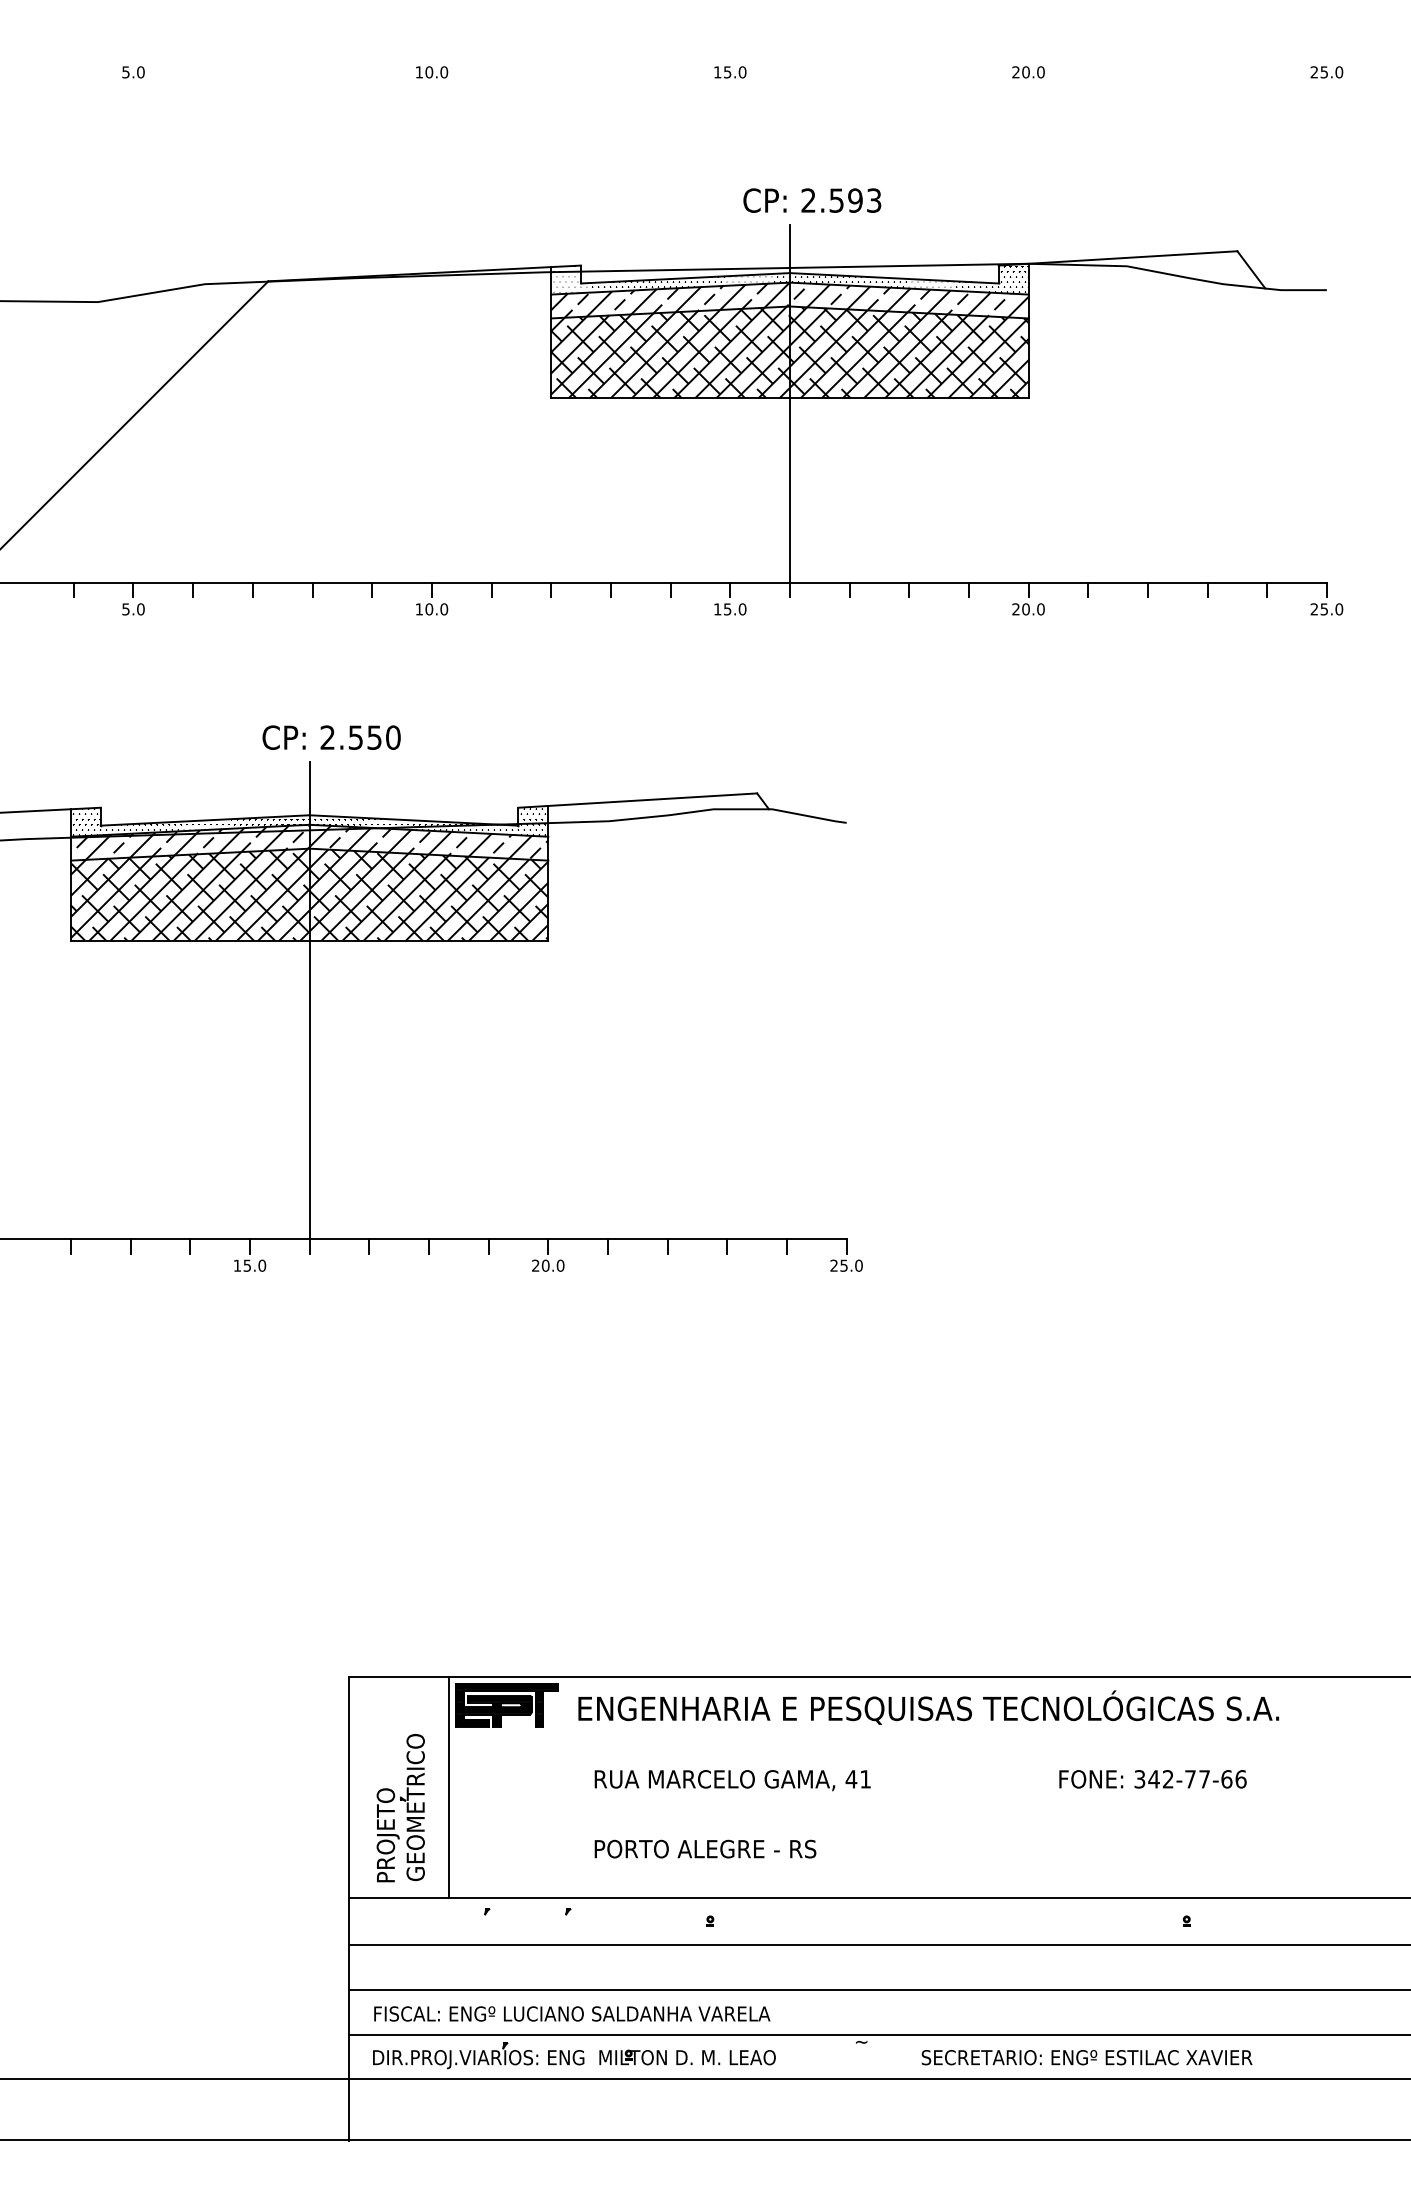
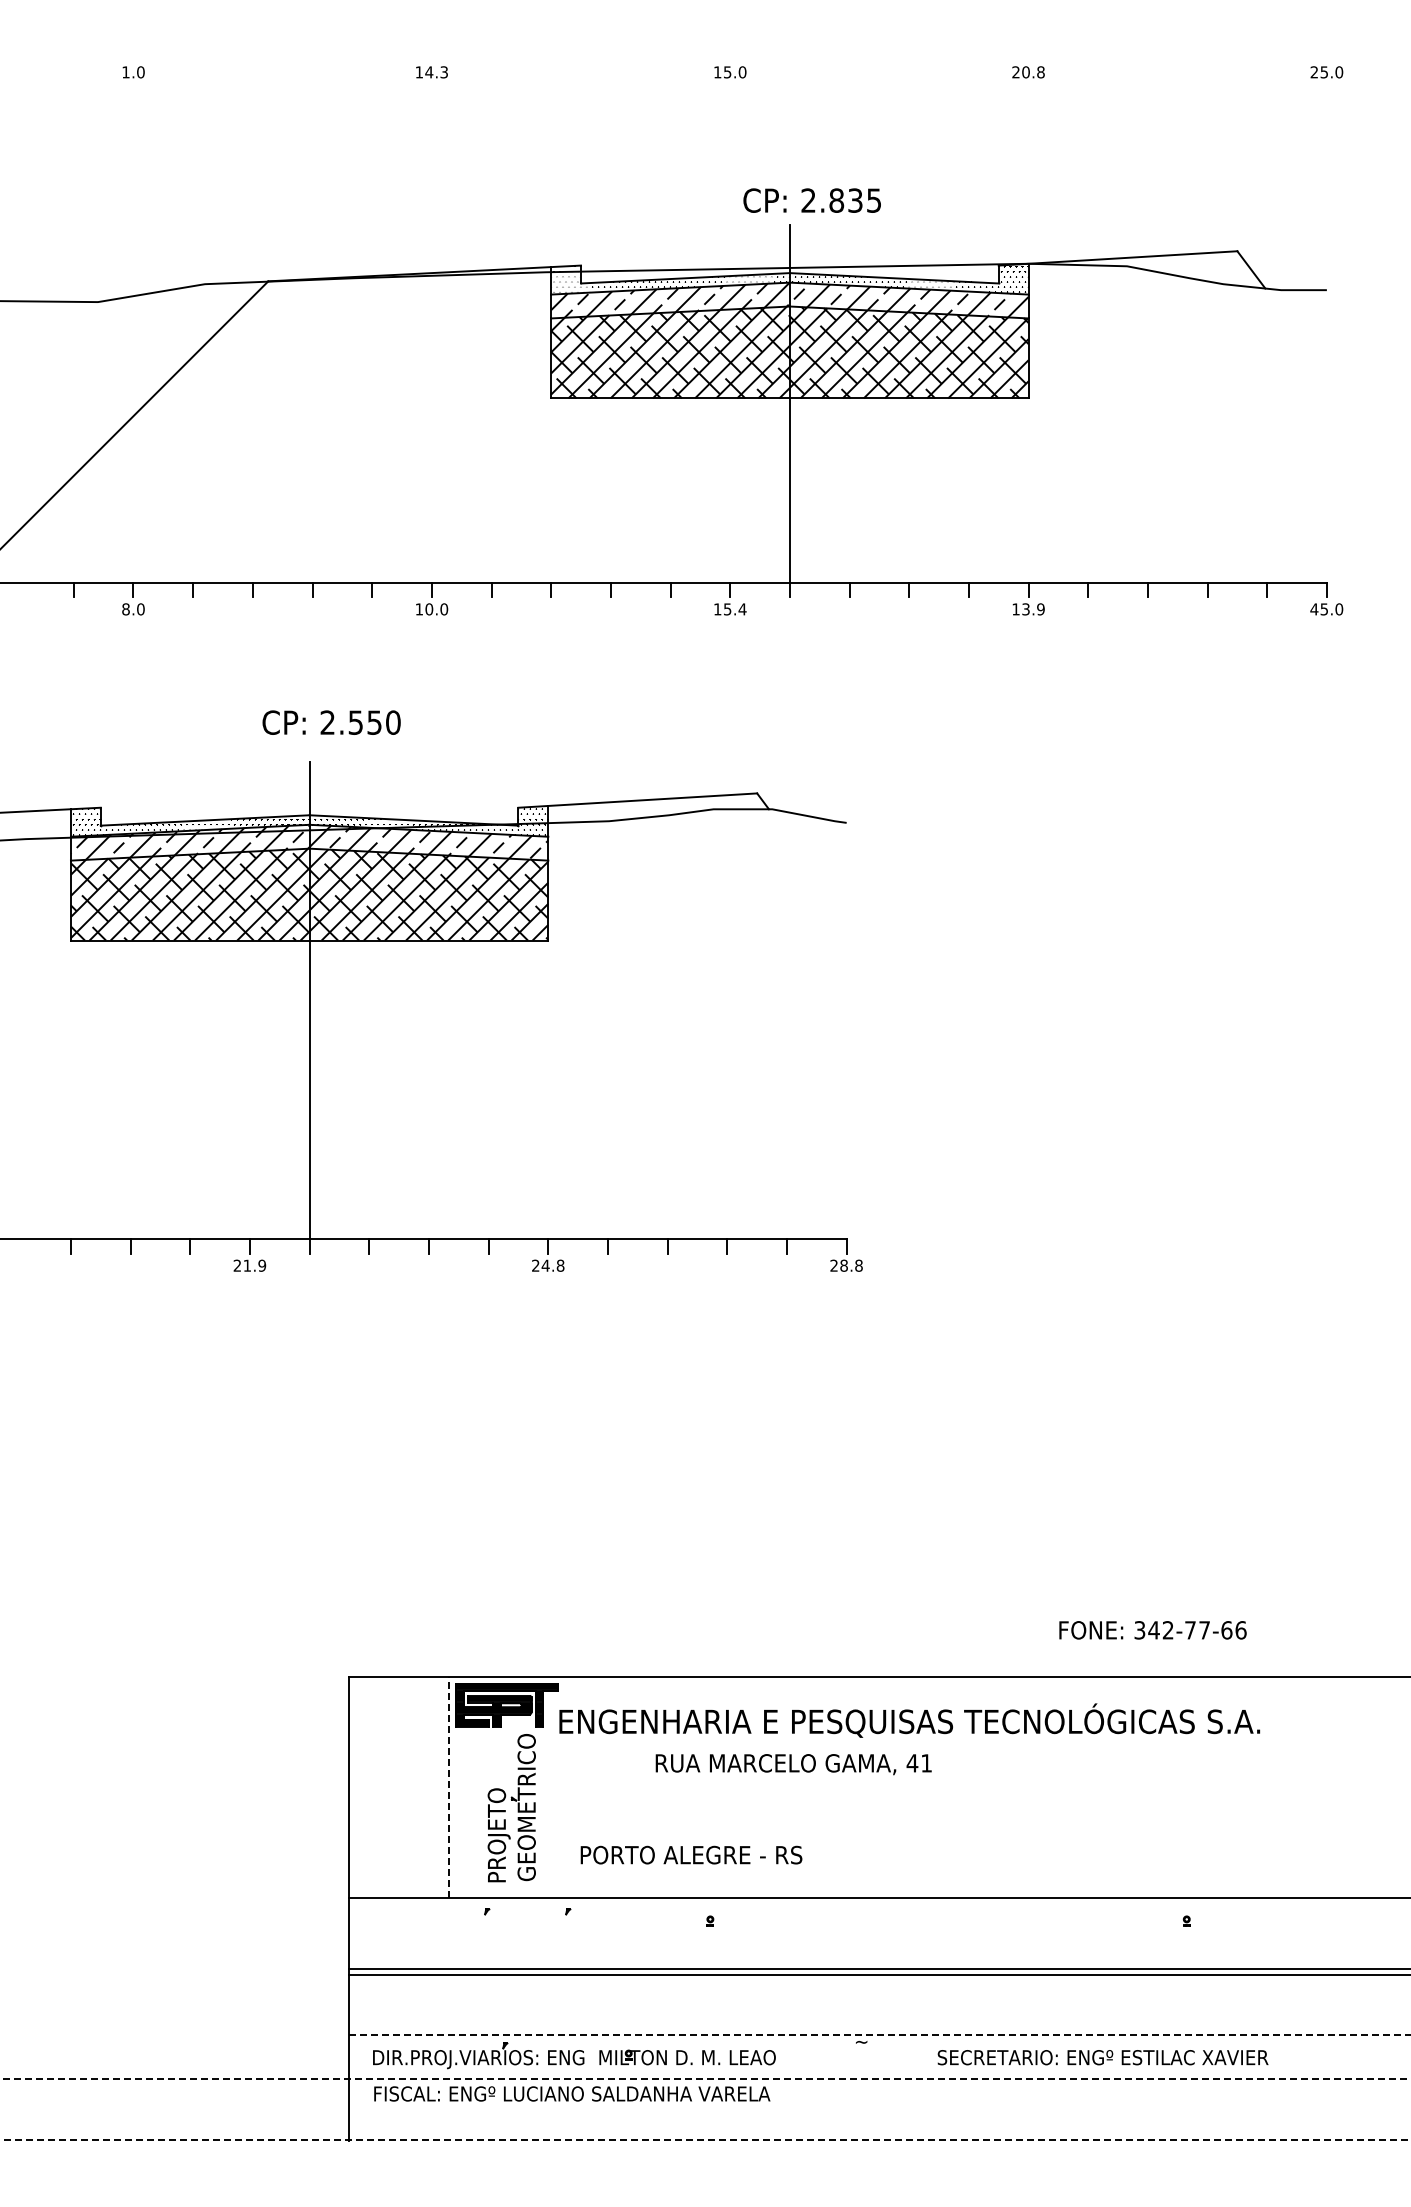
text at (125, 72): 5.0 -> 1.0
text at (436, 72): 10.0 -> 14.3
text at (1040, 72): 20.0 -> 20.8
text at (855, 200): 2.593 -> 2.835
text at (125, 609): 5.0 -> 8.0
text at (742, 609): 15.0 -> 15.4
text at (1028, 609): 20.0 -> 13.9
text at (1314, 609): 25.0 -> 45.0
text at (331, 737) position: (331, 737) -> (331, 722)
text at (249, 1265): 15.0 -> 21.9
text at (552, 1265): 20.0 -> 24.8
text at (851, 1265): 25.0 -> 28.8
text at (928, 1707) position: (928, 1707) -> (909, 1720)
text at (1152, 1779) position: (1152, 1779) -> (1152, 1630)
text at (732, 1780) position: (732, 1780) -> (793, 1764)
line at (448, 1786): solid -> dashed
part at (400, 1808) position: (400, 1808) -> (511, 1808)
text at (705, 1848) position: (705, 1848) -> (691, 1854)
line at (878, 1945) position: (878, 1945) -> (878, 1975)
line at (878, 1990) position: (878, 1990) -> (878, 1969)
text at (572, 2013) position: (572, 2013) -> (572, 2093)
line at (880, 2034): solid -> dashed
text at (1086, 2057) position: (1086, 2057) -> (1102, 2057)
line at (705, 2079): solid -> dashed
line at (706, 2139): solid -> dashed
